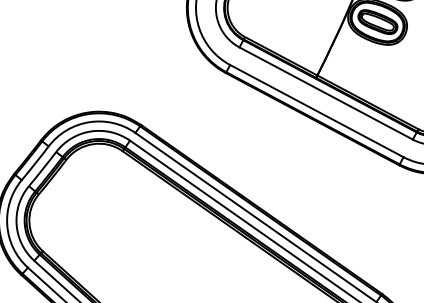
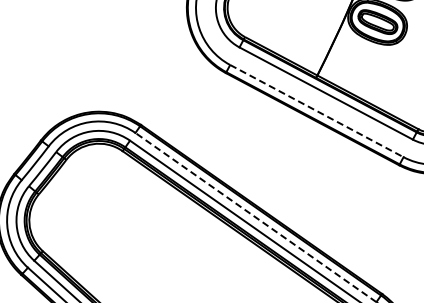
line at (317, 111): solid -> dashed
line at (255, 217): solid -> dashed
